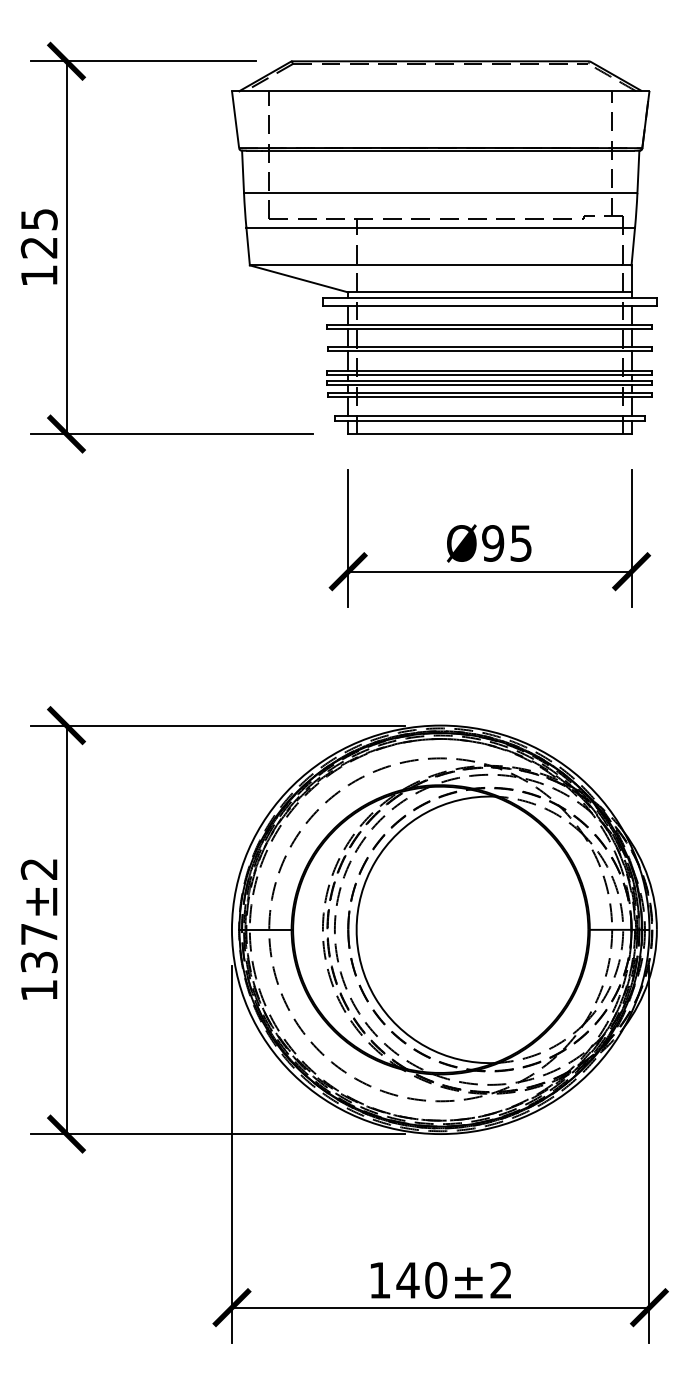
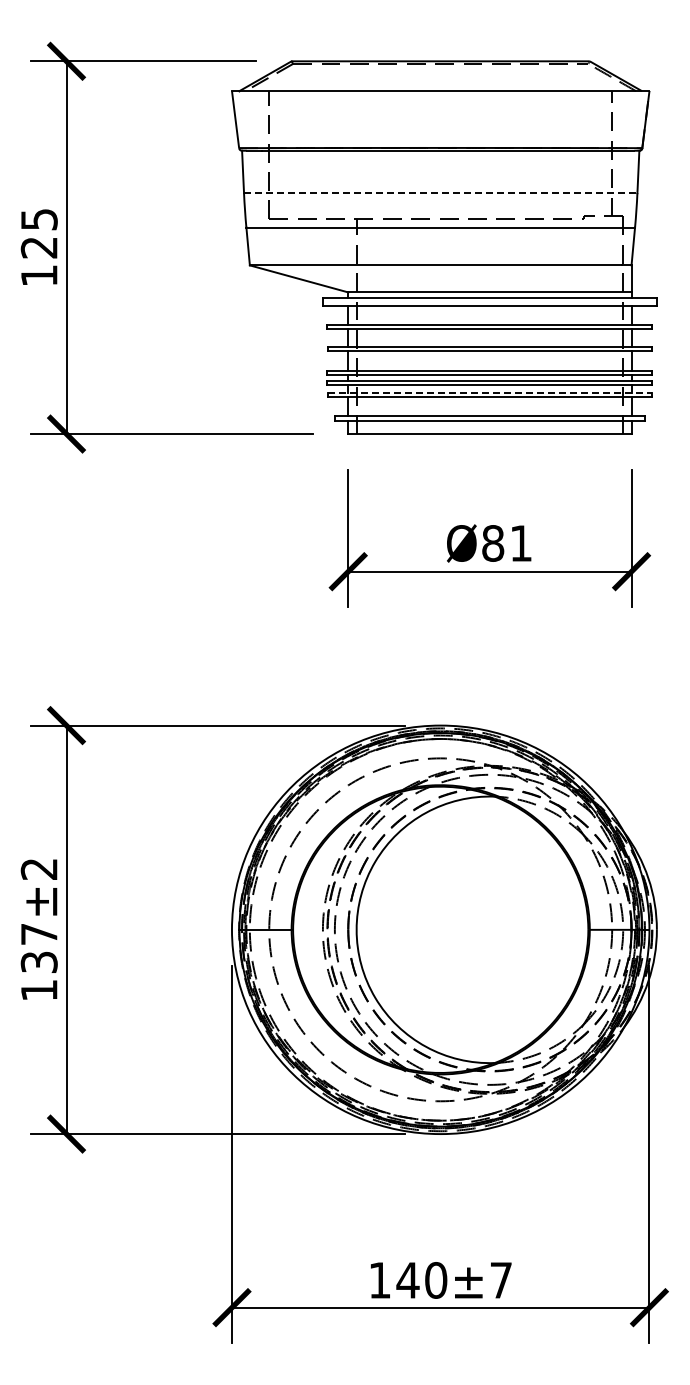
line at (440, 193): solid -> dashed
line at (490, 392): solid -> dashed
text at (506, 543): Ø95 -> Ø81
text at (500, 1280): 140±2 -> 140±7
